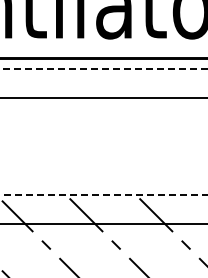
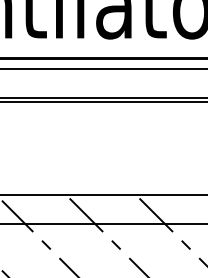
line at (104, 68): dashed -> solid
line at (103, 101): none -> present
line at (104, 194): dashed -> solid
